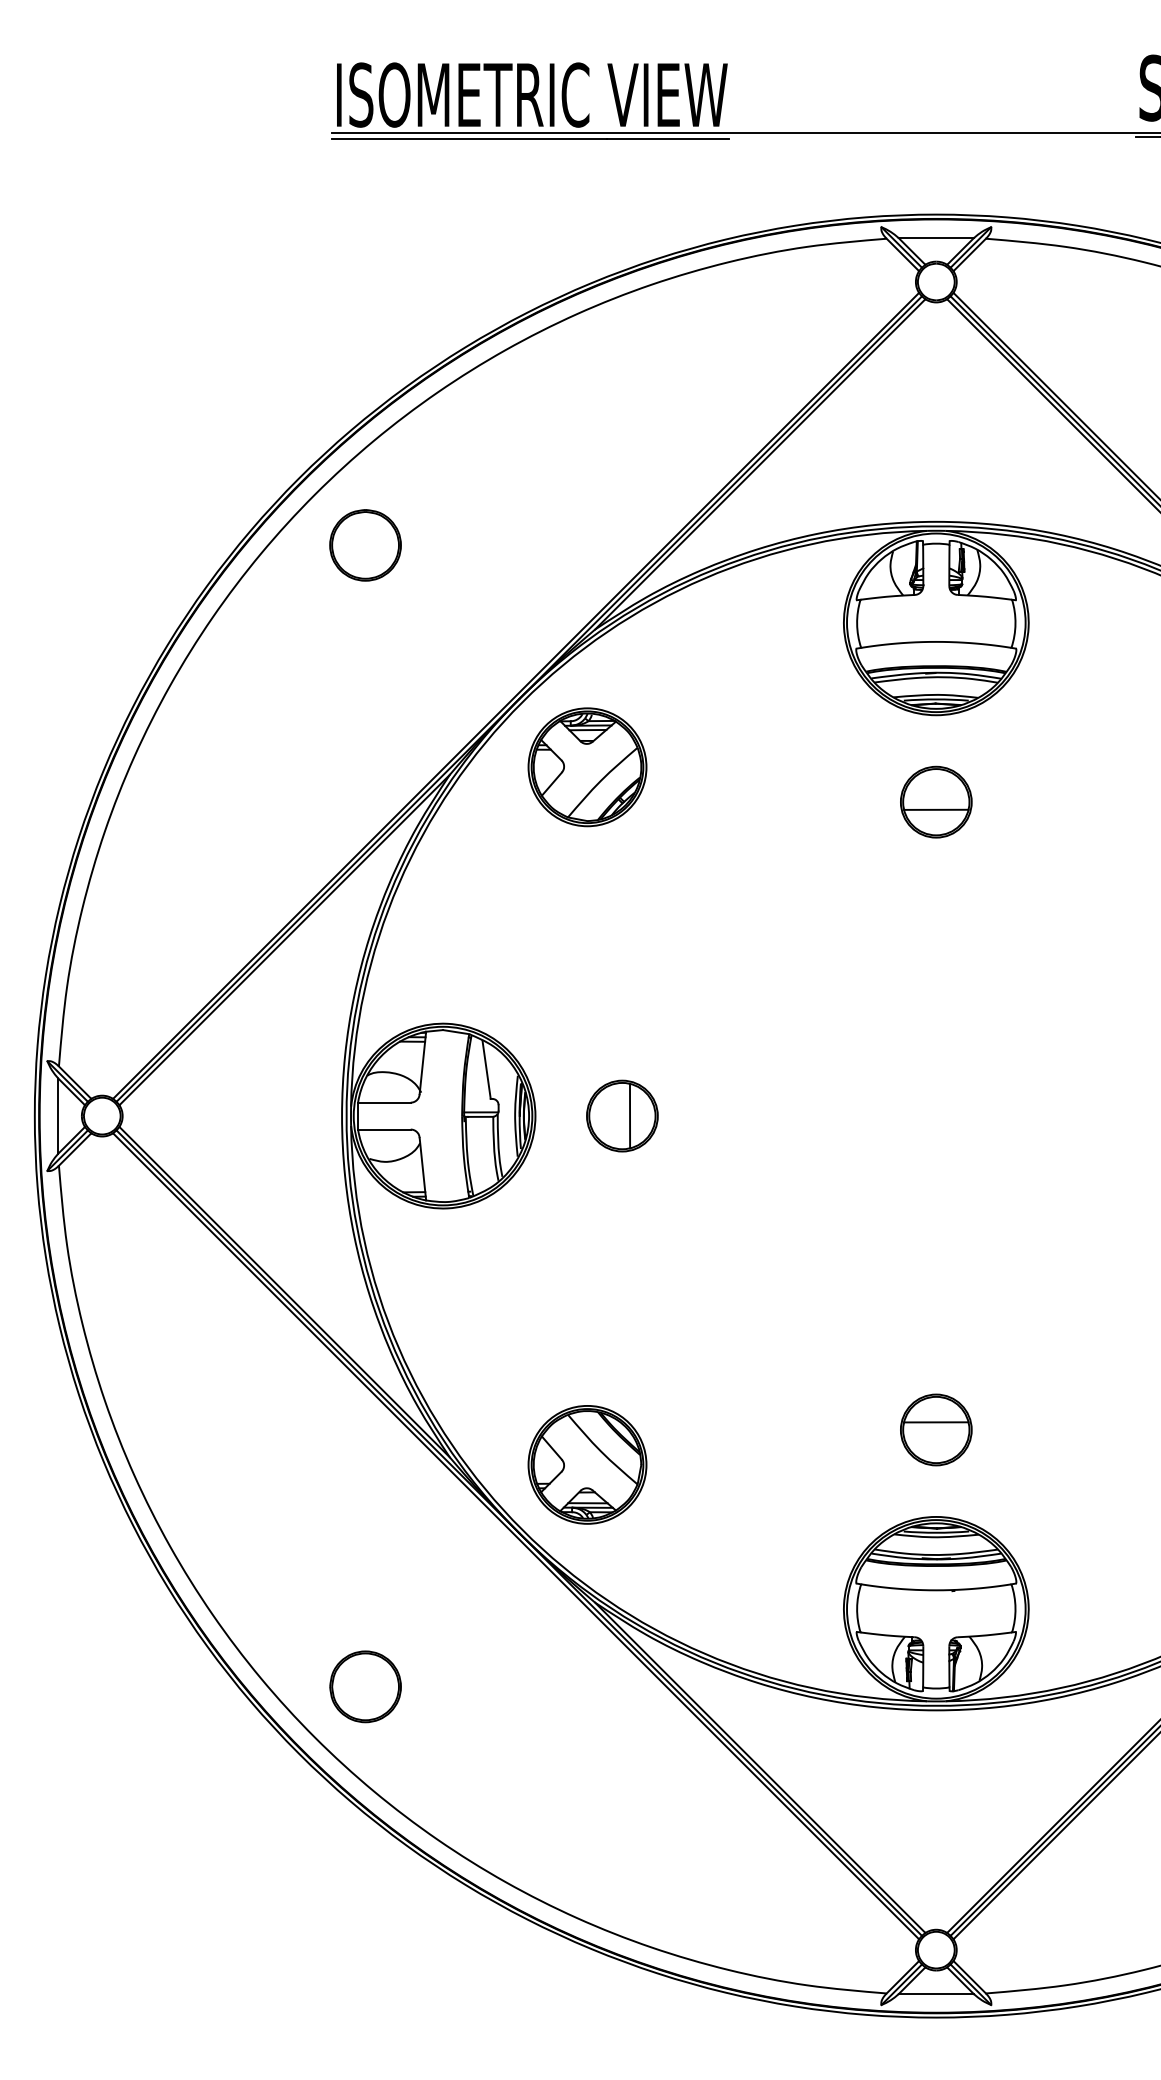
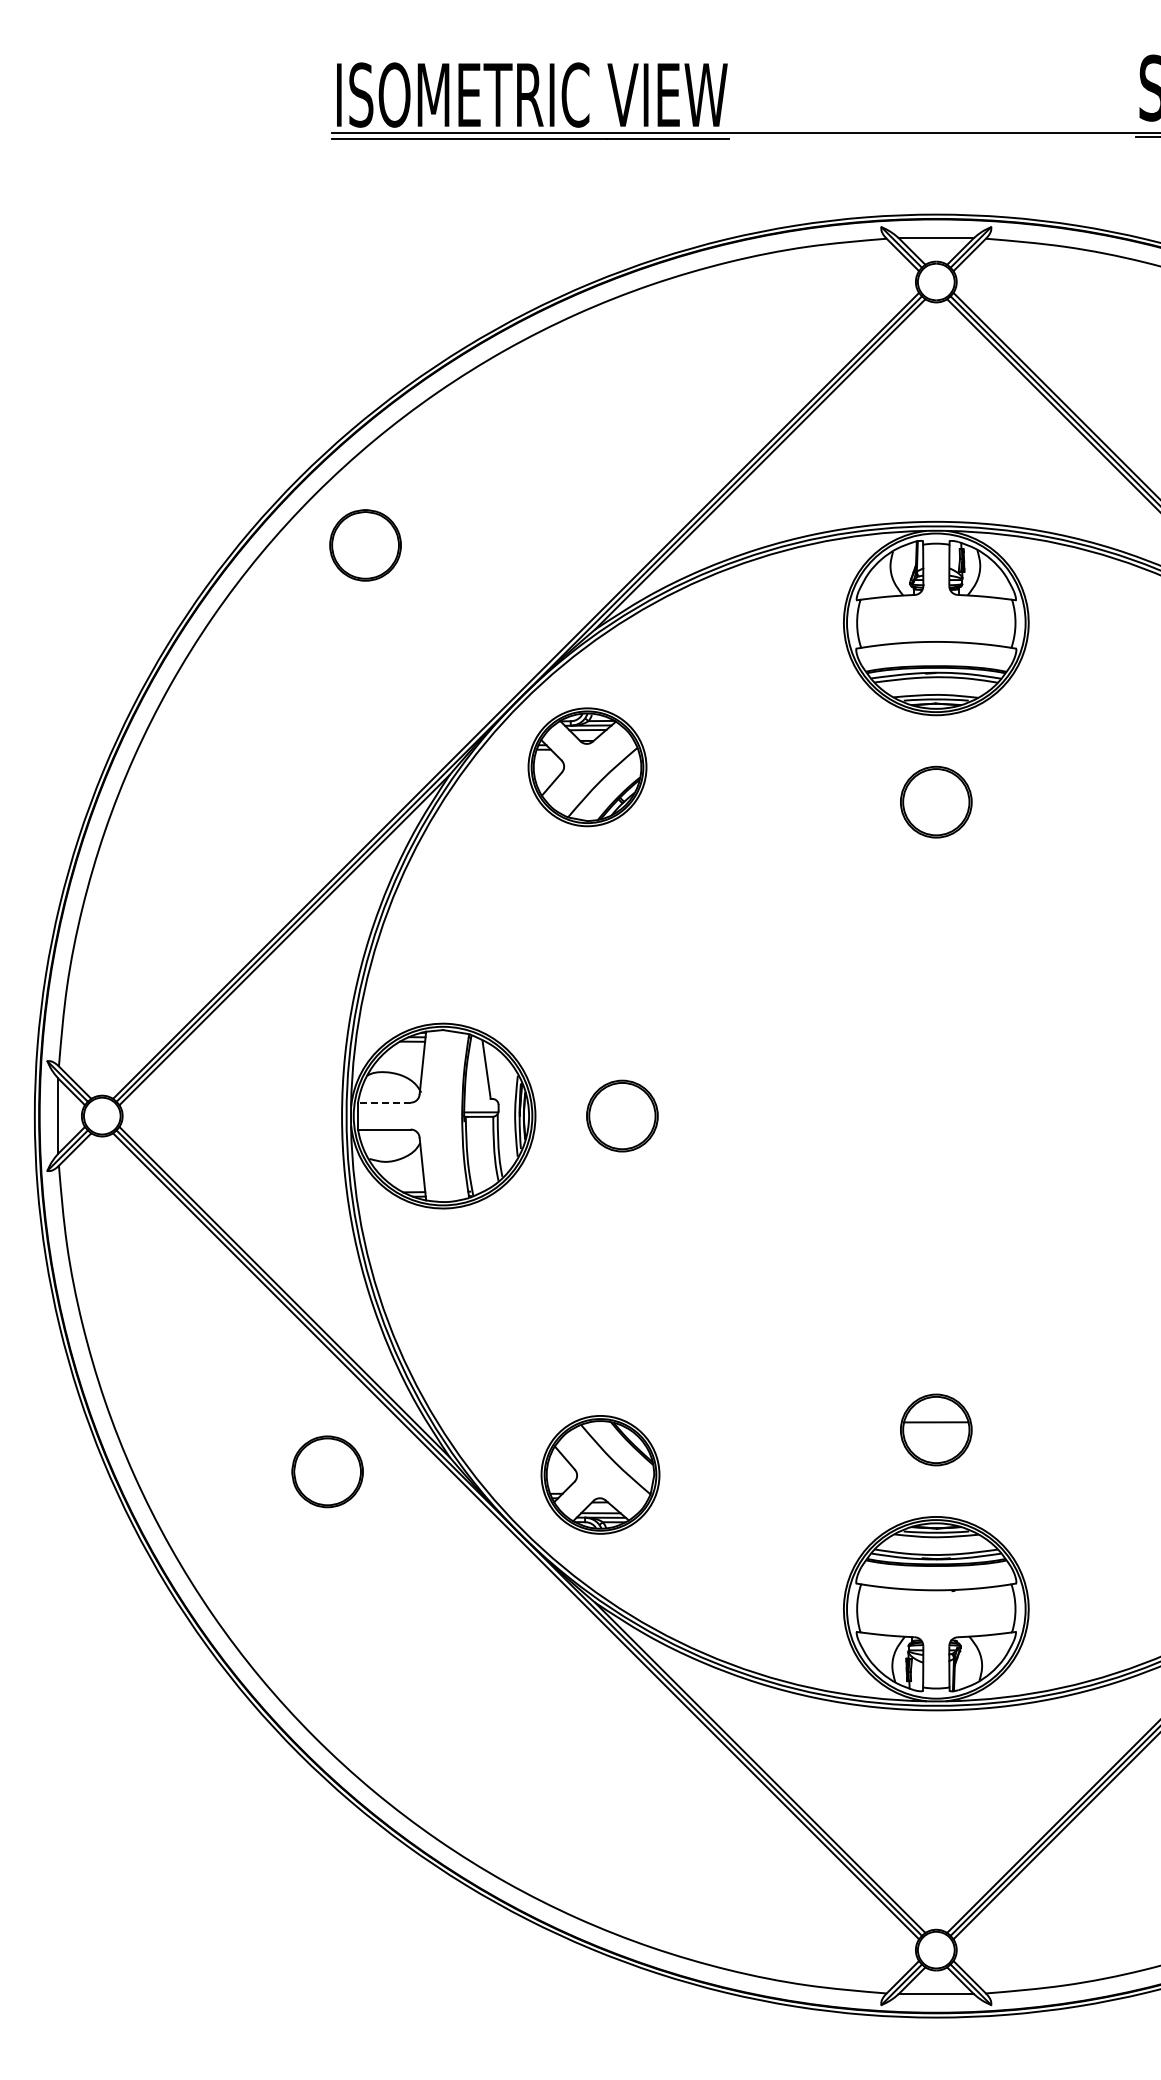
line at (936, 809): present -> none
line at (383, 1102): solid -> dashed
line at (630, 1115): present -> none
part at (587, 1464) position: (587, 1464) -> (600, 1474)
part at (365, 1686) position: (365, 1686) -> (327, 1471)
